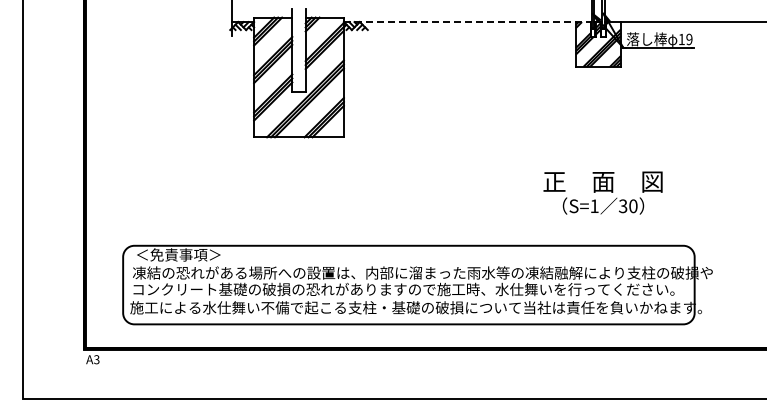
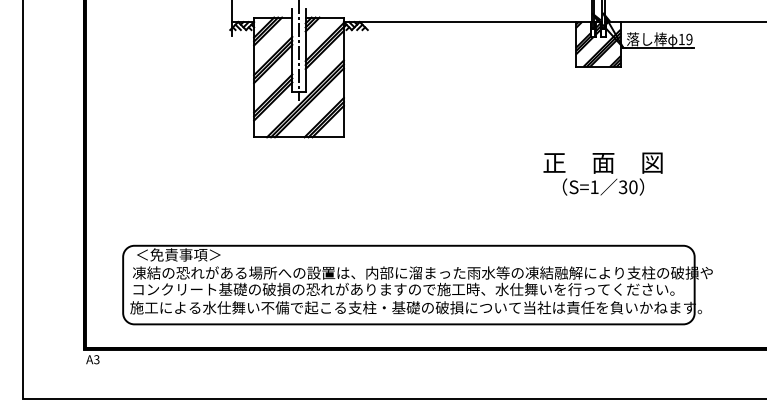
line at (467, 22): dashed -> solid
line at (299, 51): none -> present
text at (602, 192) position: (602, 192) -> (602, 173)
